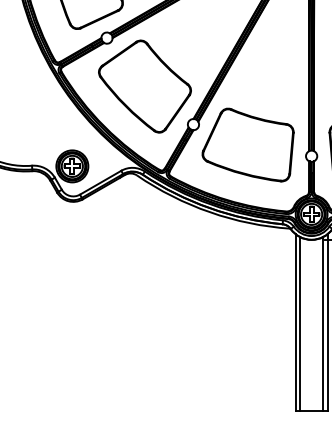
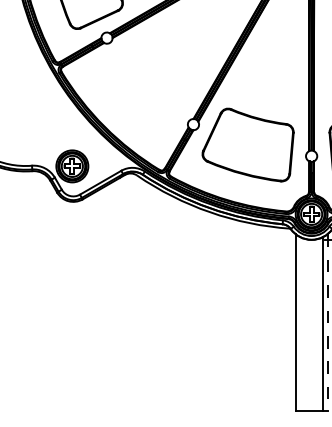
part at (144, 86): present -> none
line at (327, 322): solid -> dashed
line at (300, 324): present -> none
